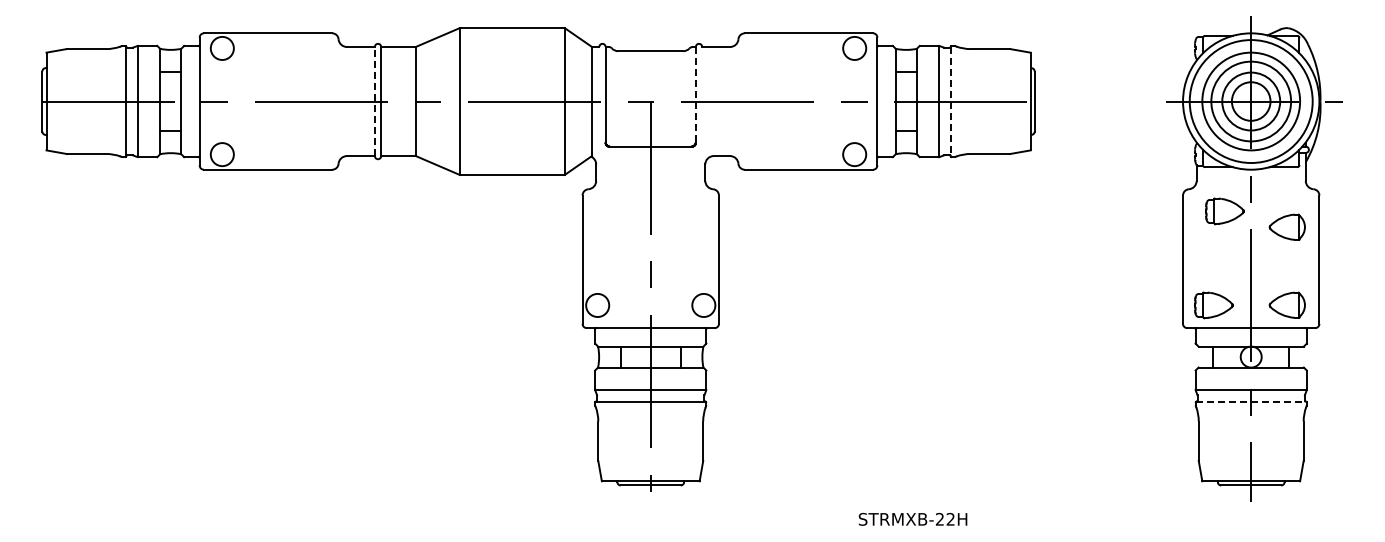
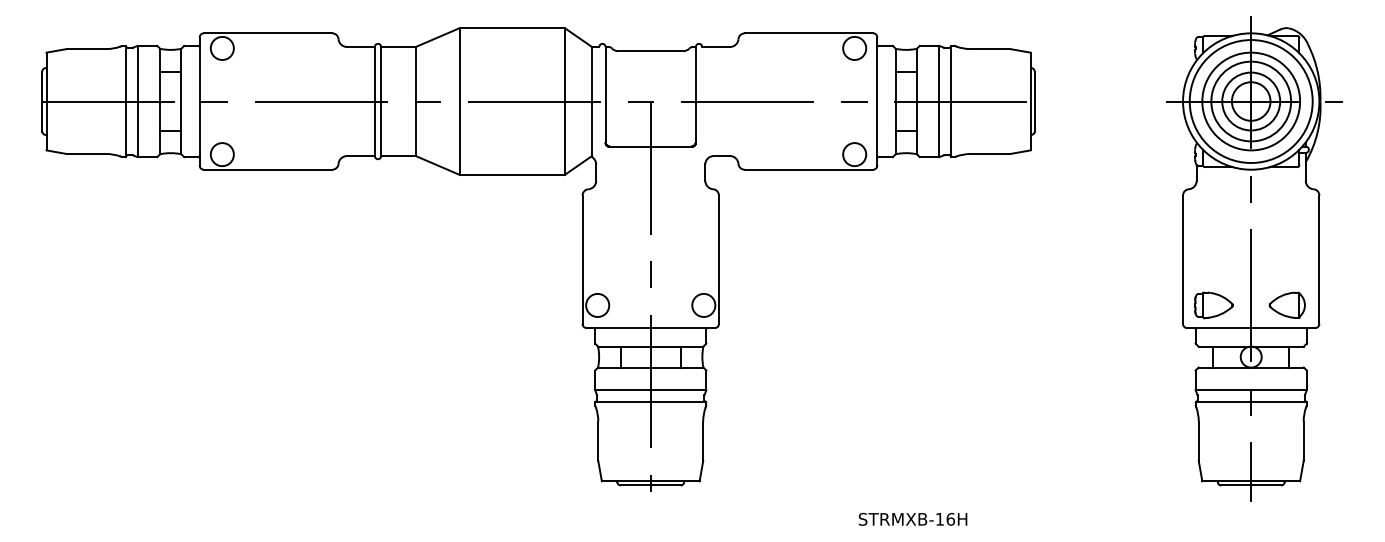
line at (695, 94): dashed -> solid
line at (374, 101): dashed -> solid
line at (950, 101): dashed -> solid
part at (1224, 211): present -> none
part at (1286, 226): present -> none
line at (1251, 401): dashed -> solid
text at (945, 518): STRMXB-22H -> STRMXB-16H
